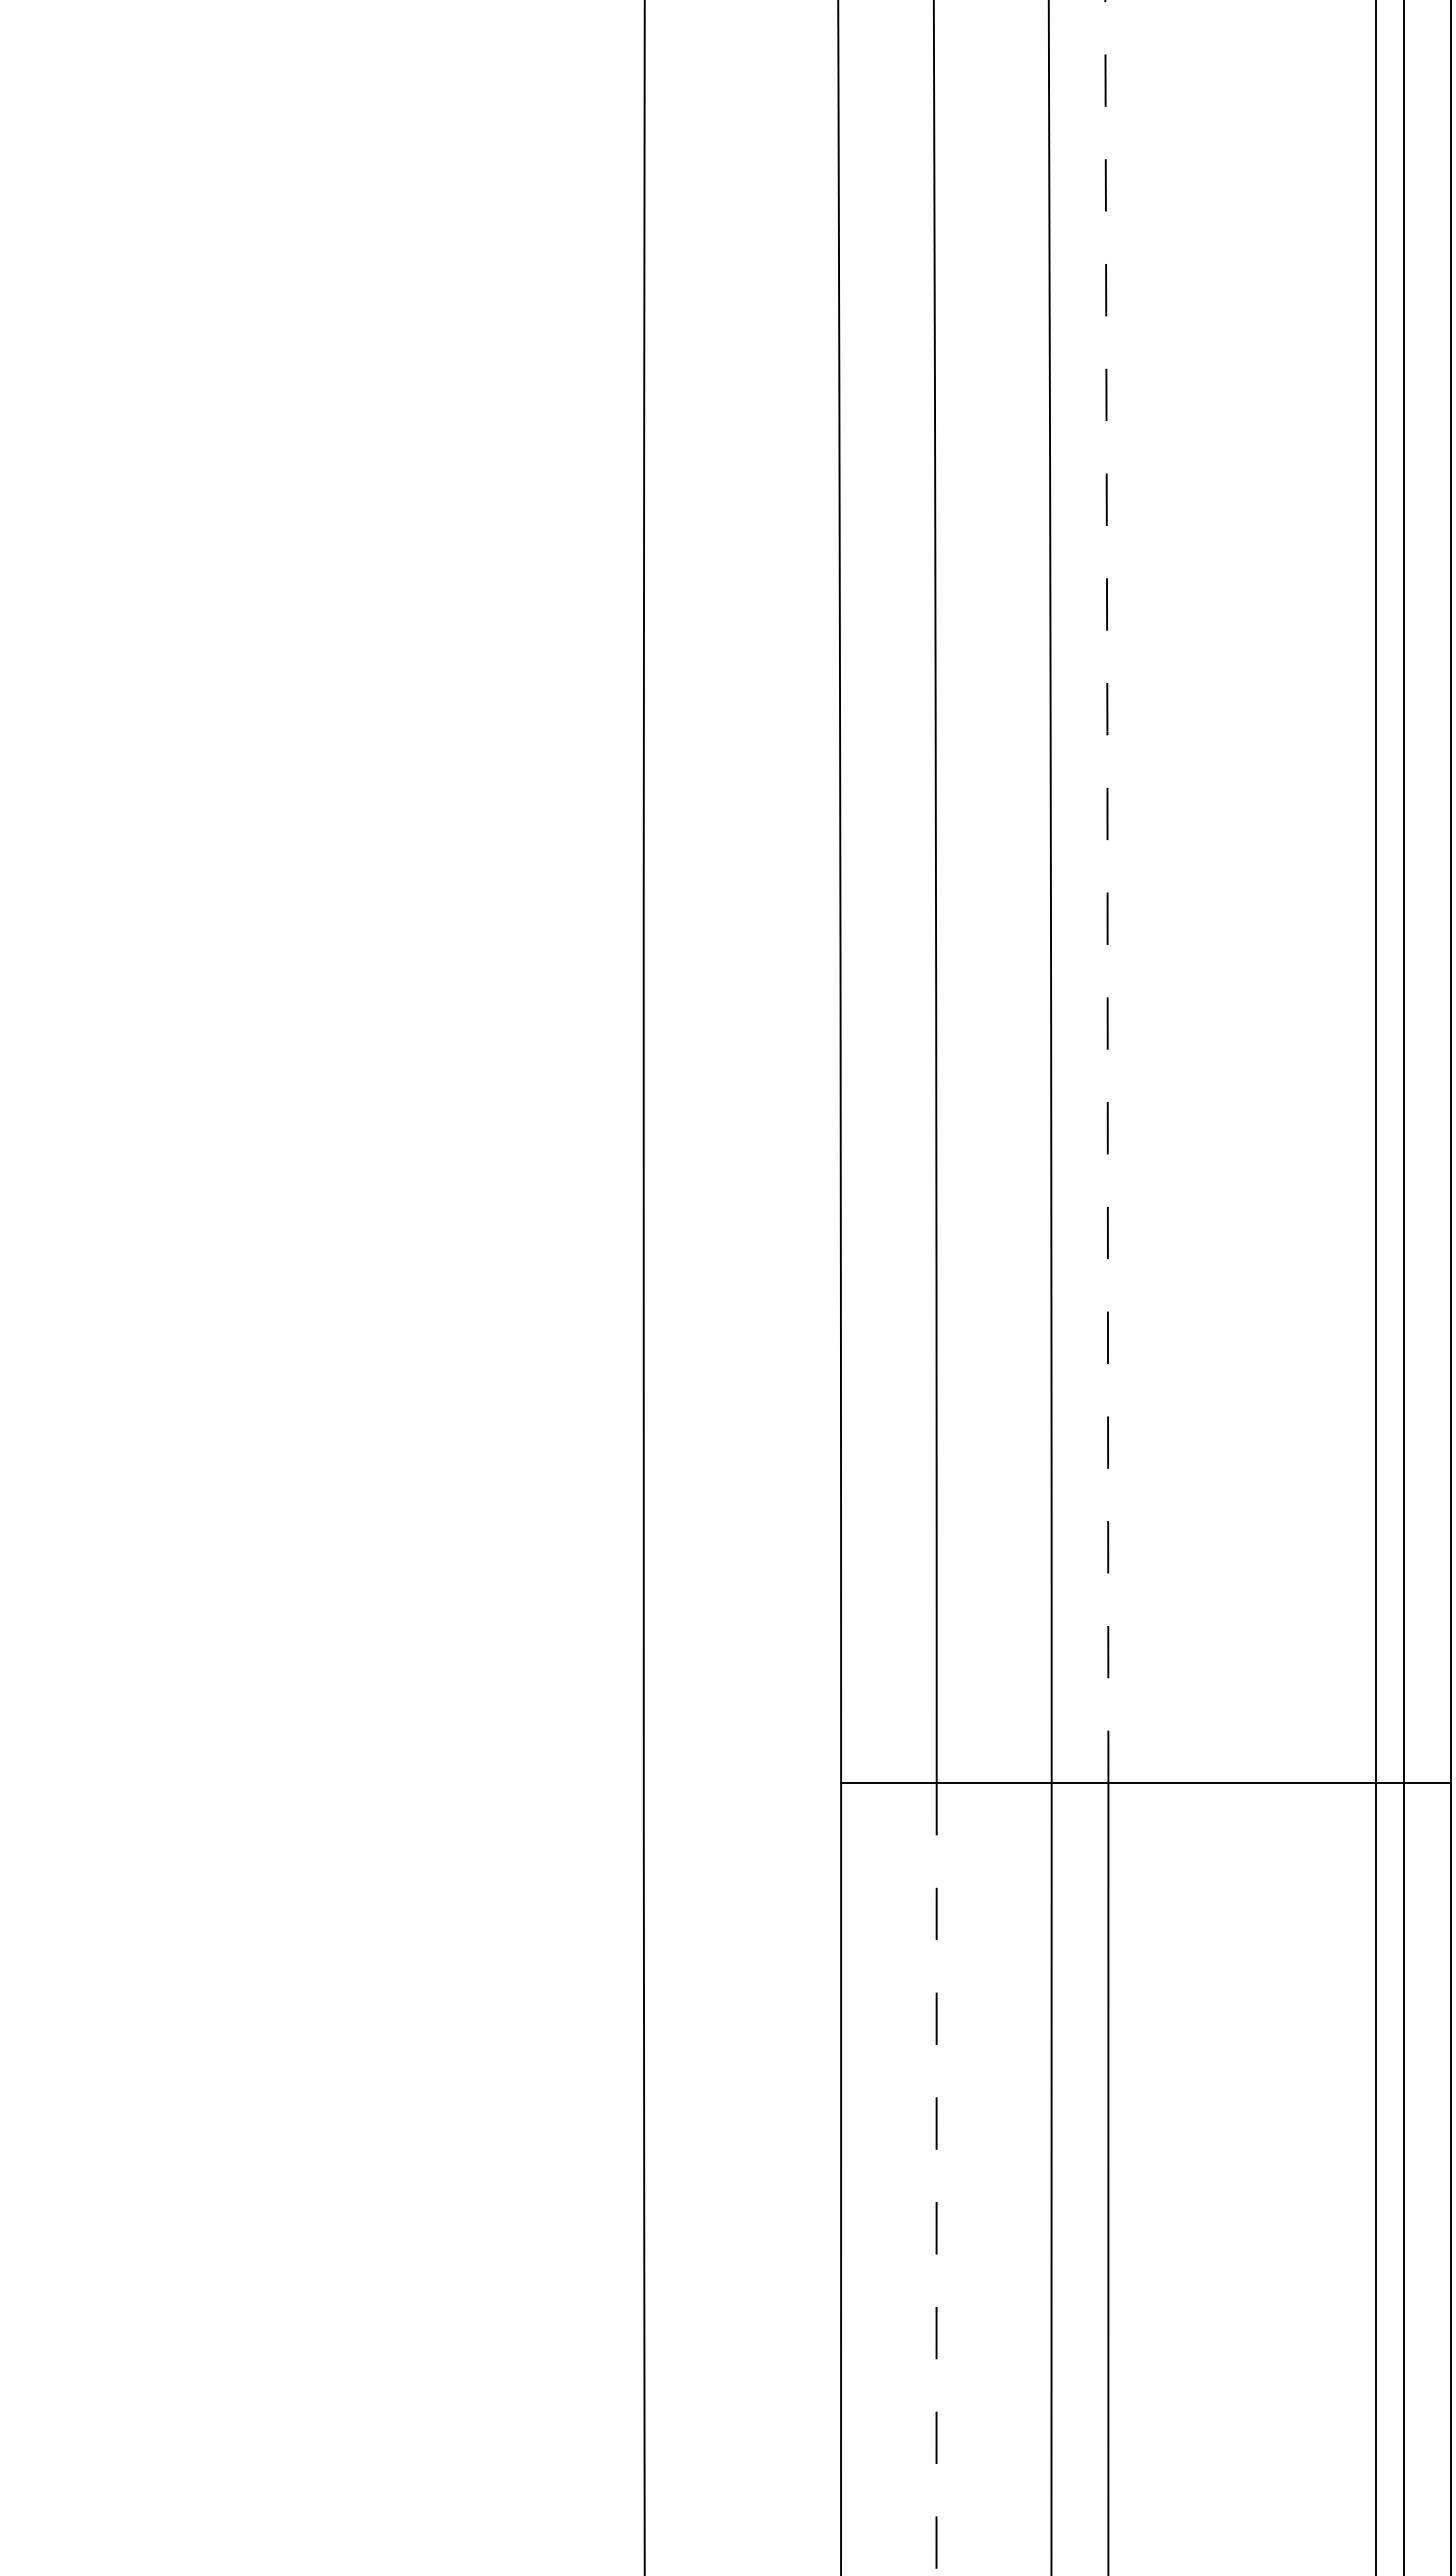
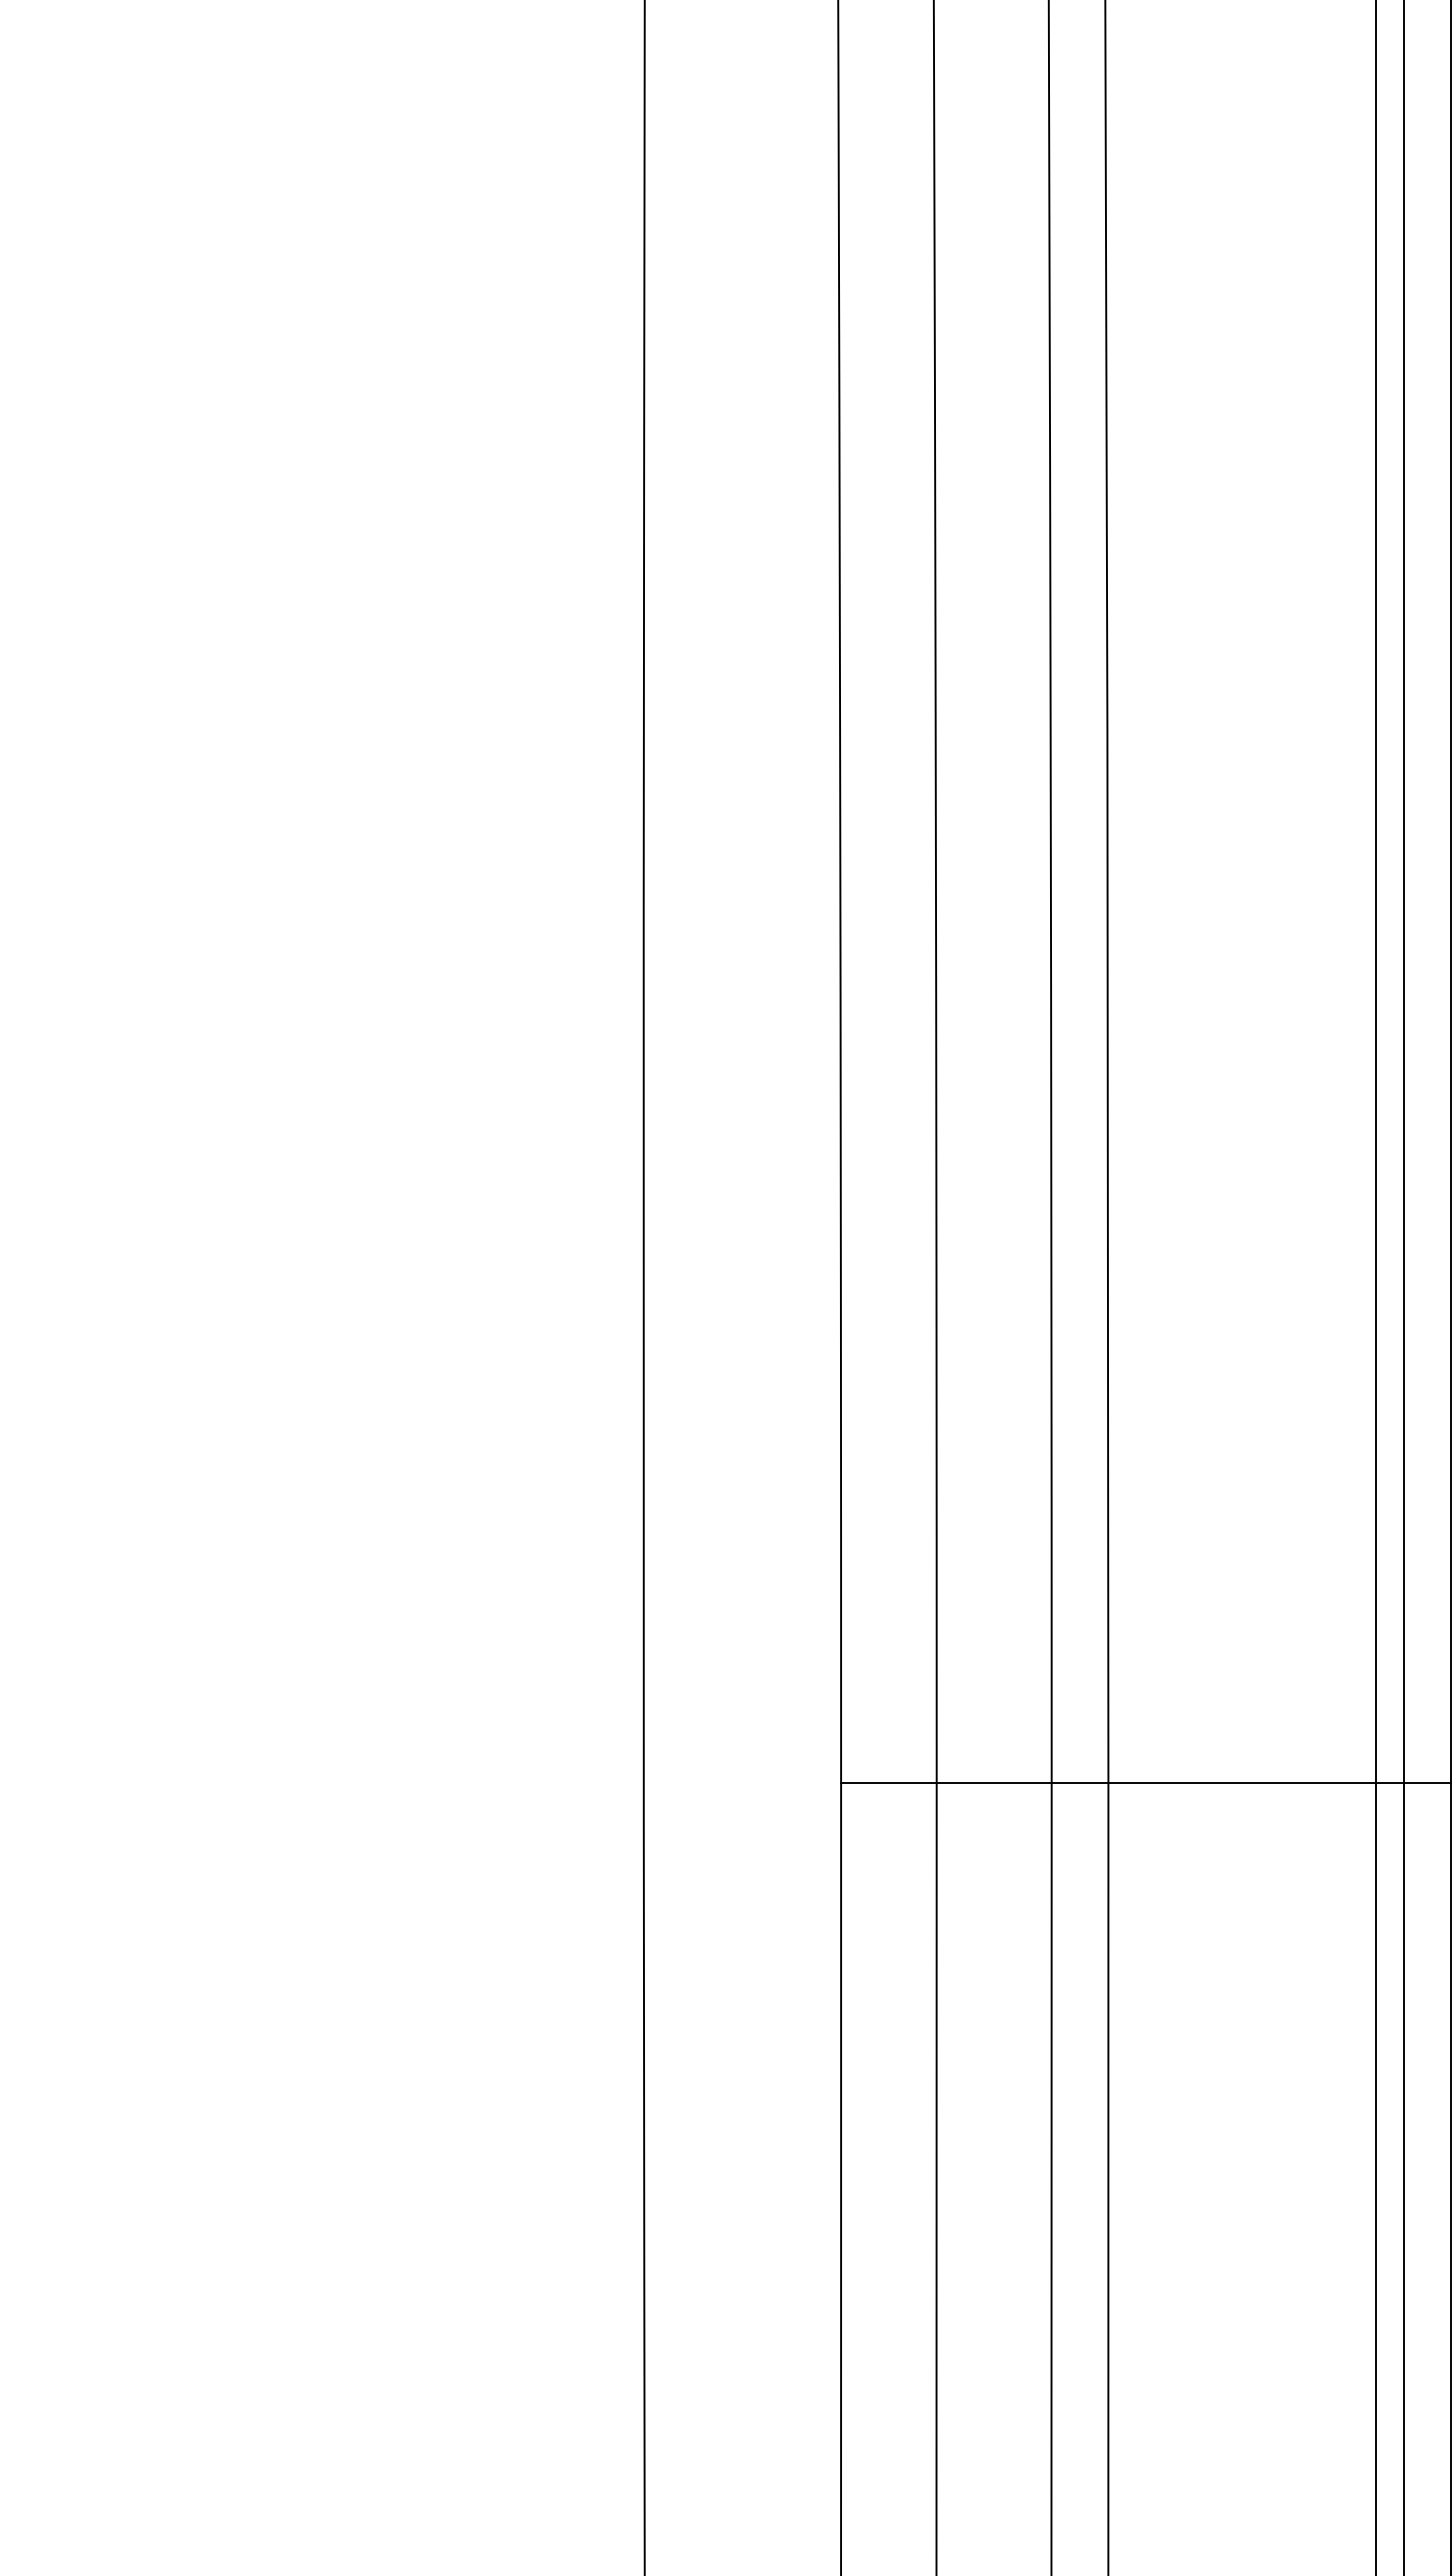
line at (1107, 891): dashed -> solid
line at (936, 2179): dashed -> solid
